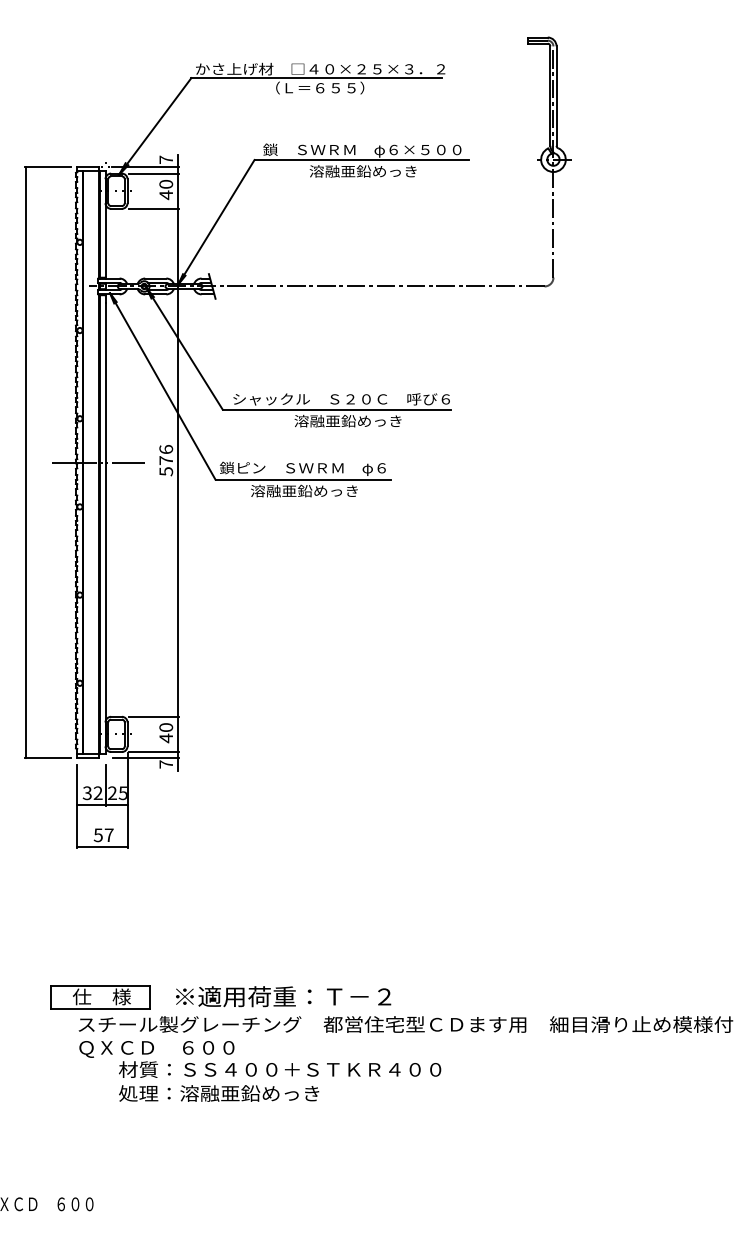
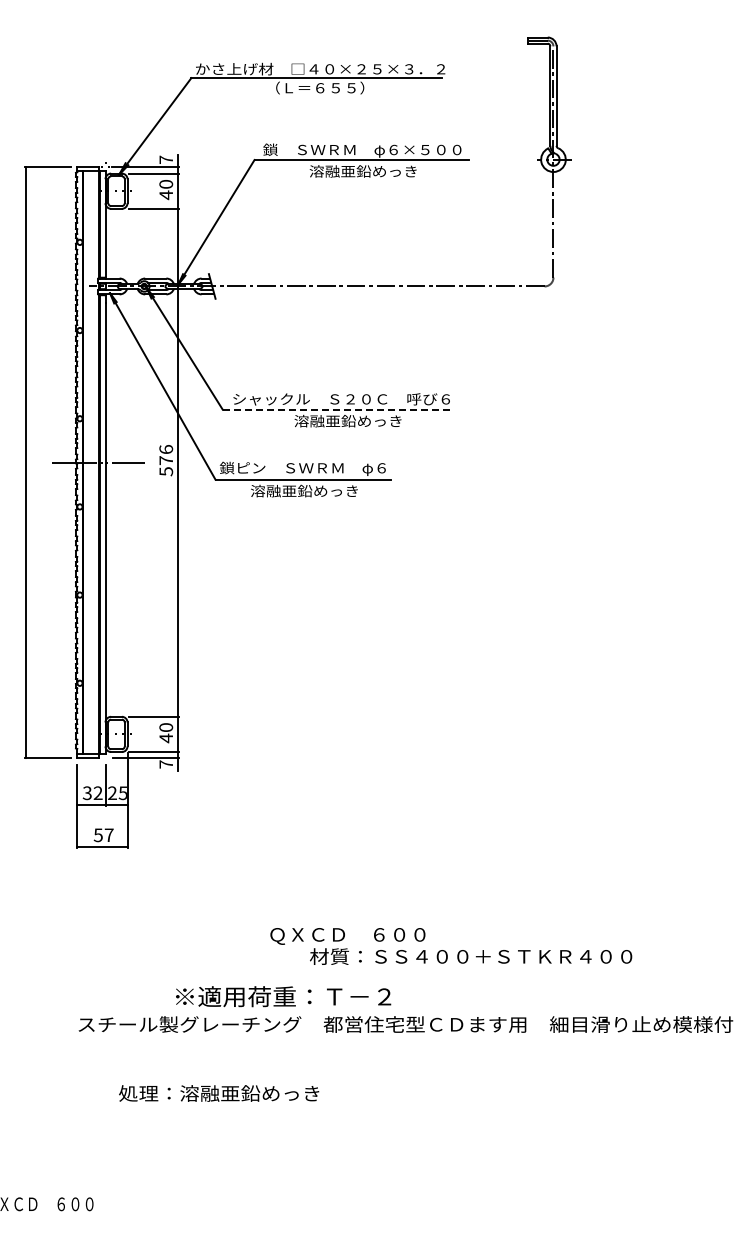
line at (337, 409): solid -> dashed
part at (100, 997): present -> none
text at (260, 1059) position: (260, 1059) -> (451, 946)
